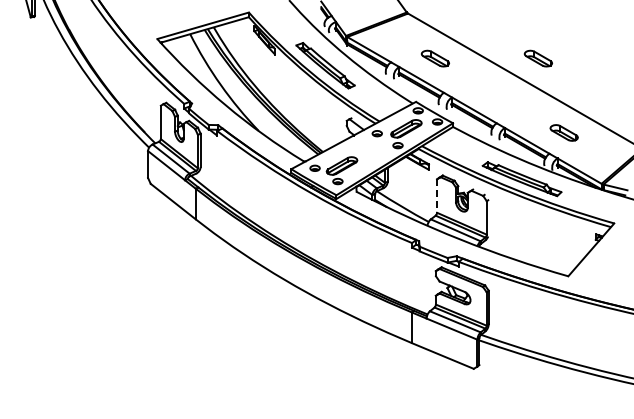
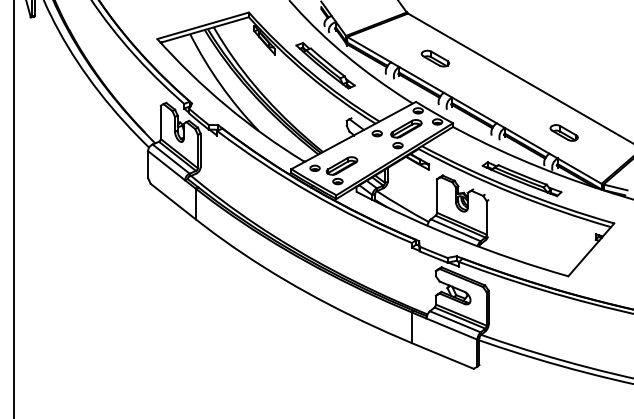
part at (537, 58): present -> none
line at (437, 196): dashed -> solid
line at (14, 208): none -> present
